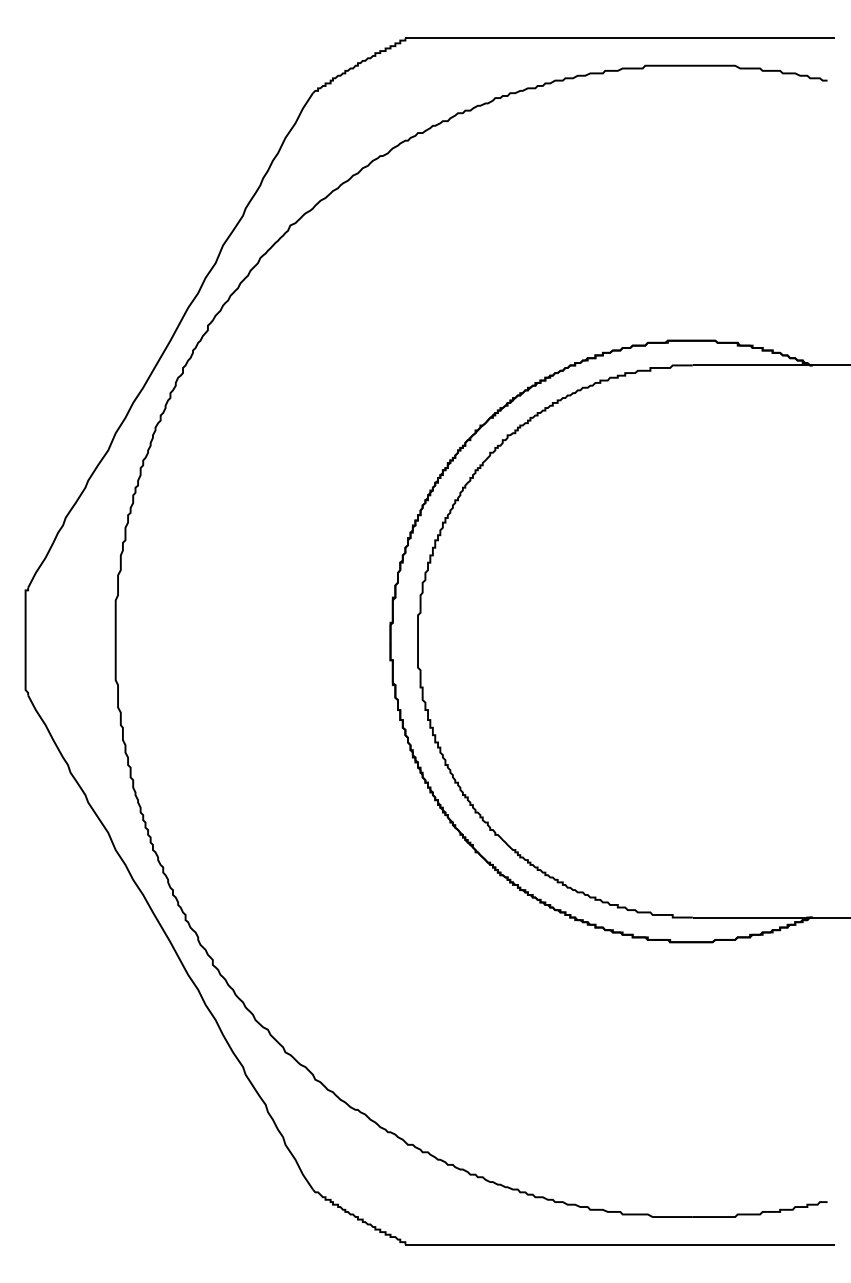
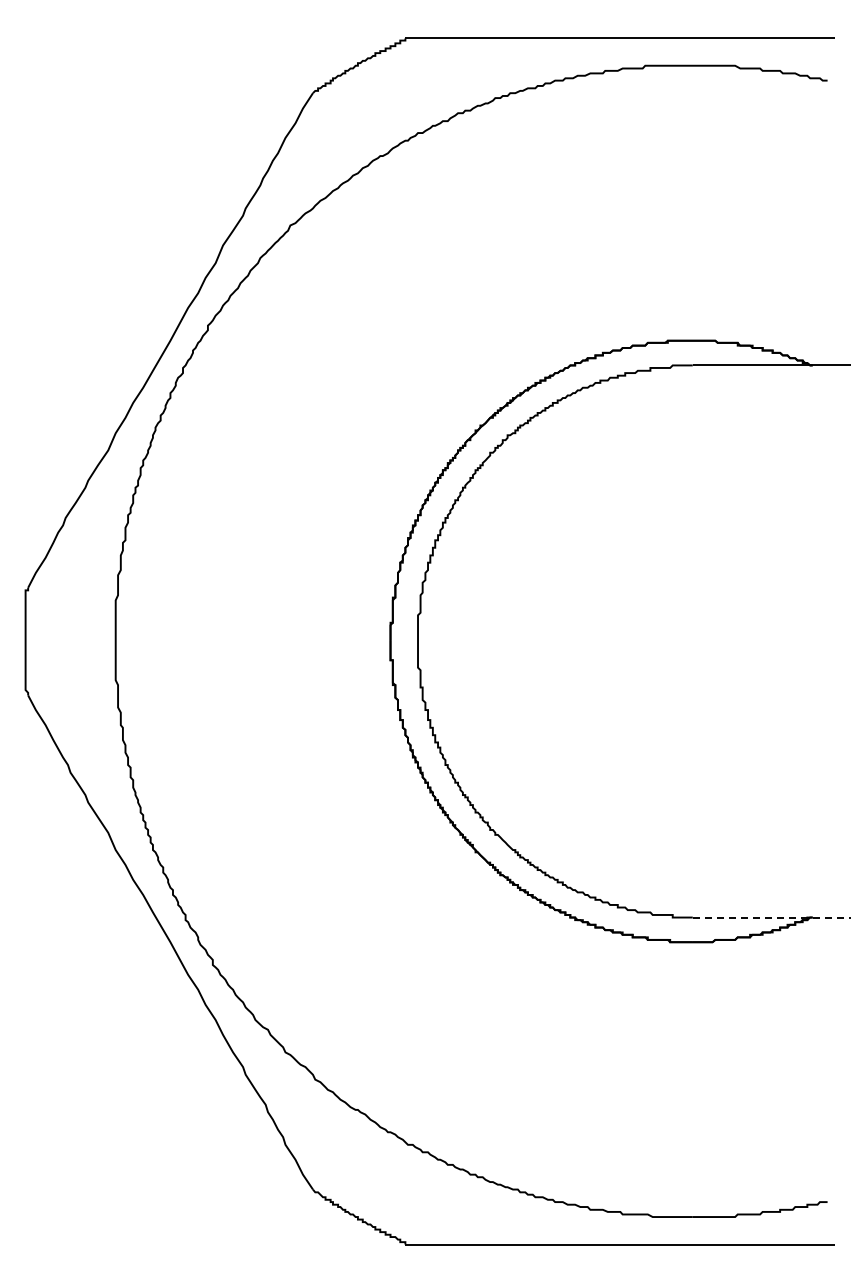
line at (771, 917): solid -> dashed
